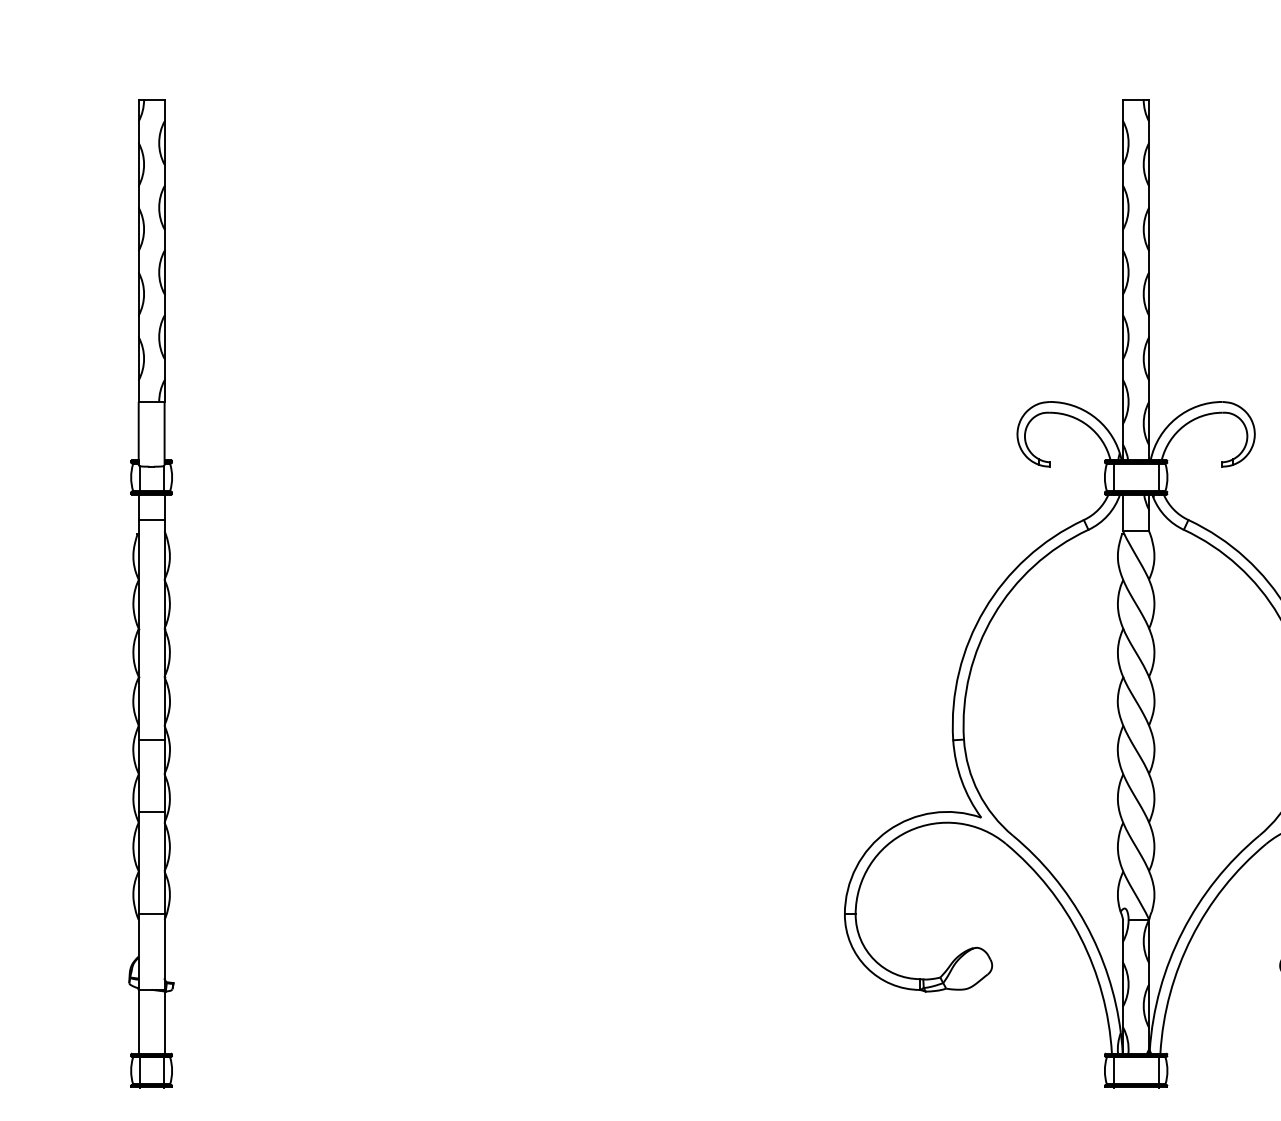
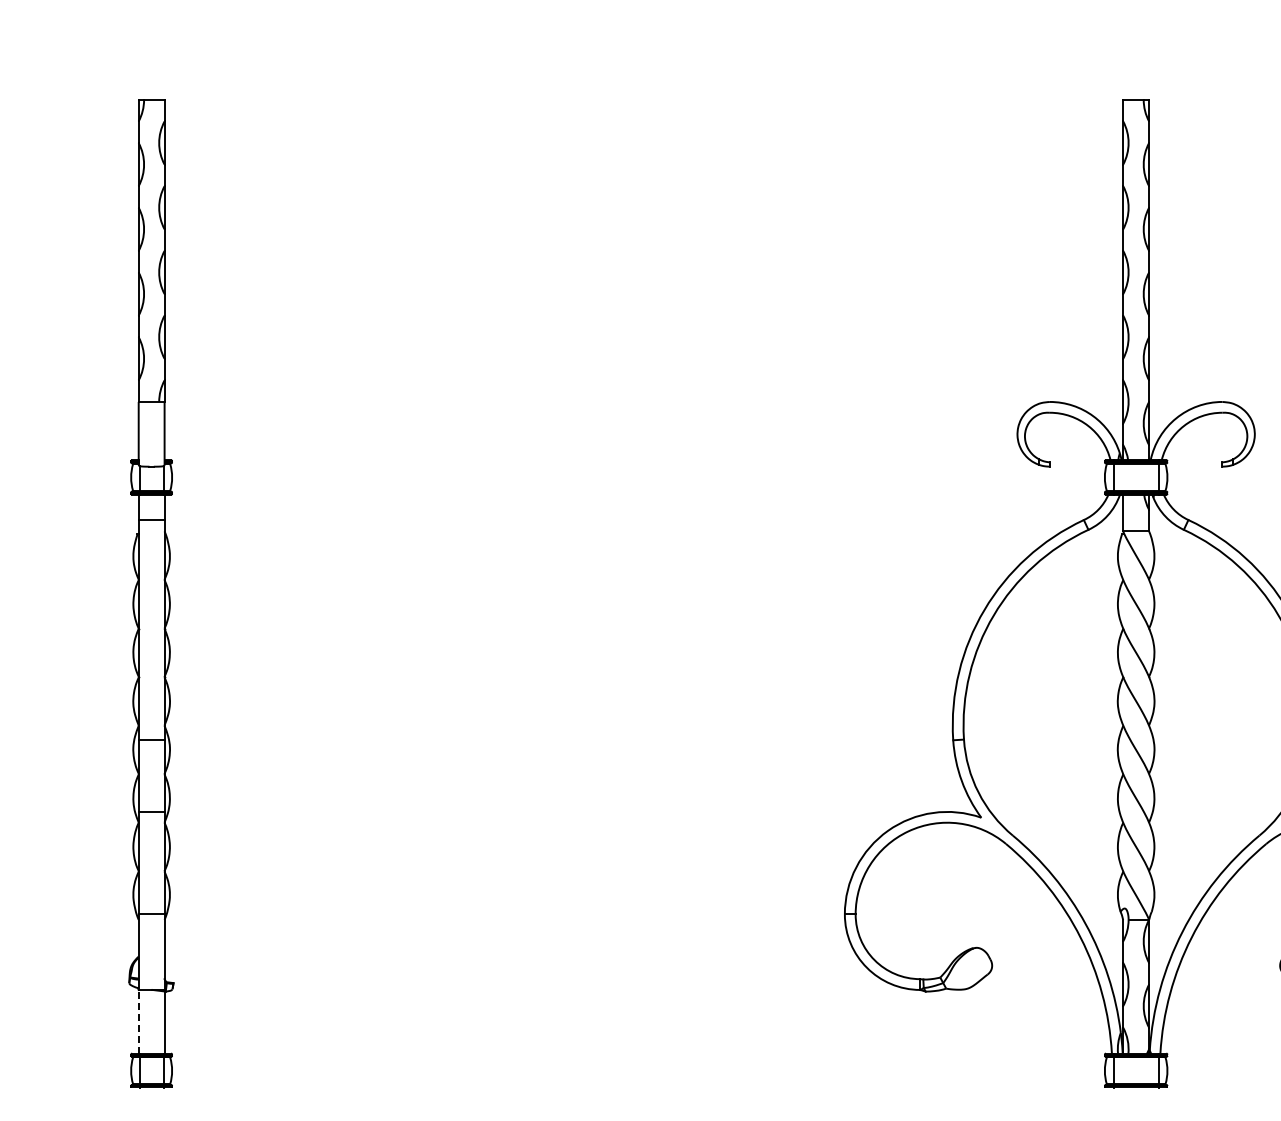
line at (138, 1021): solid -> dashed
